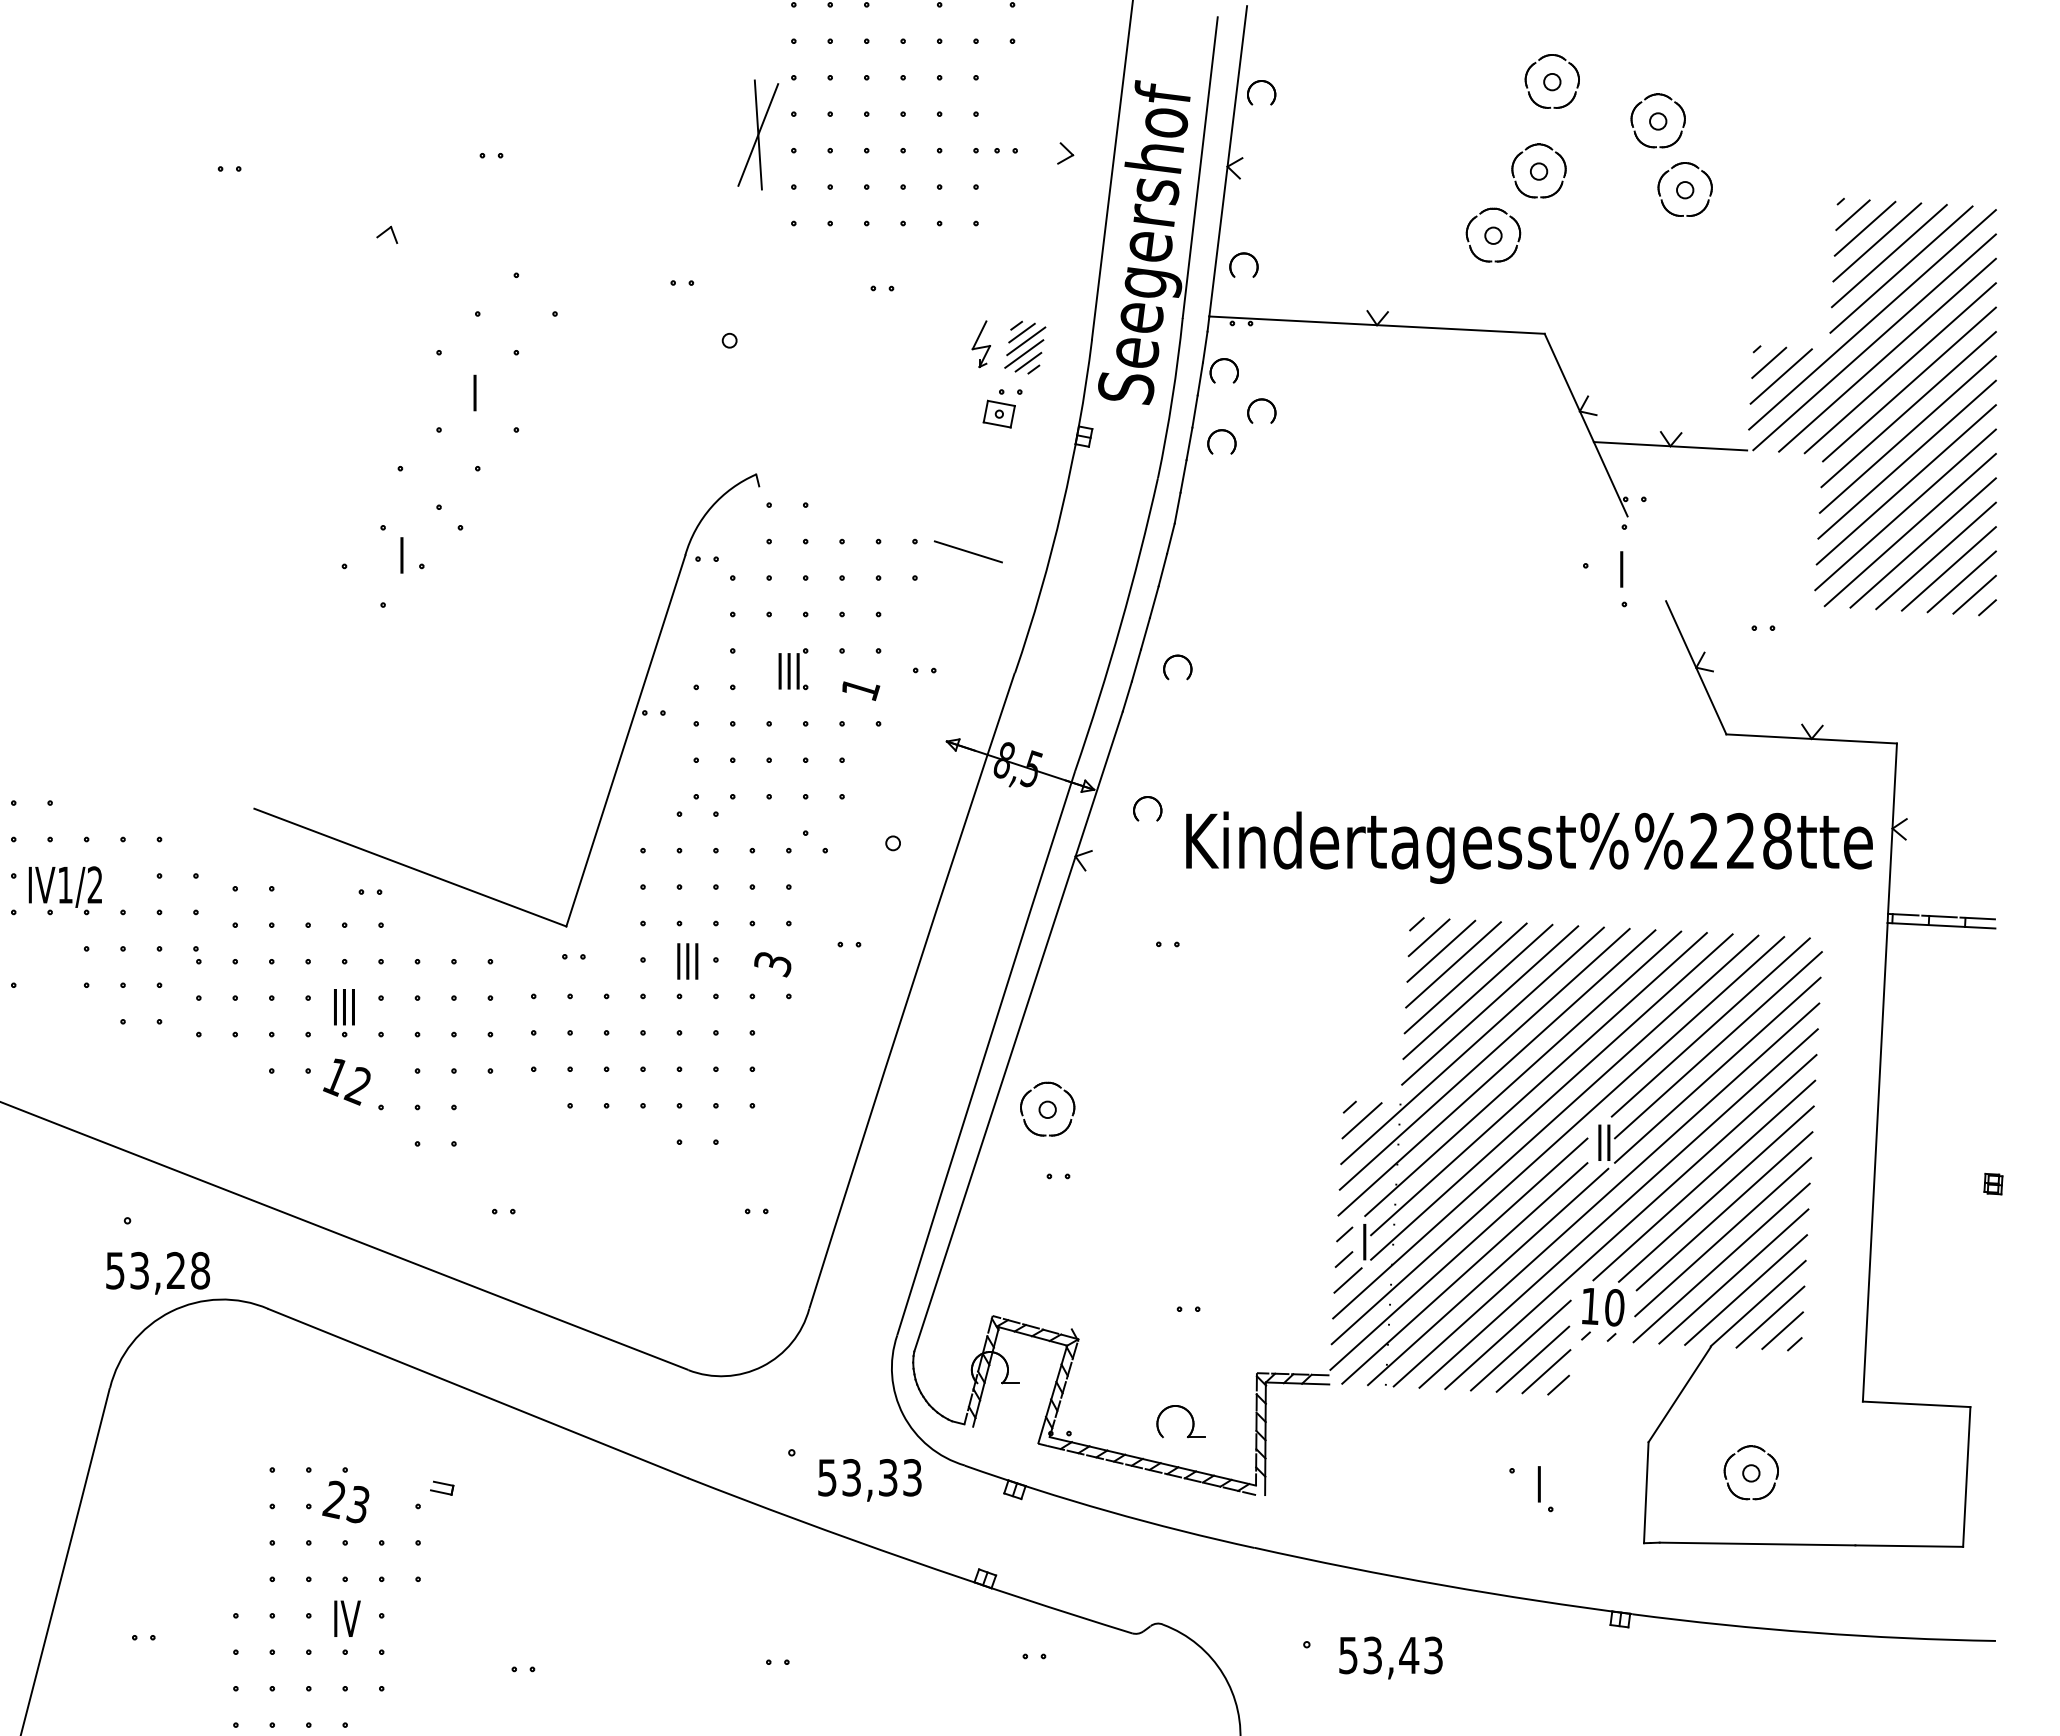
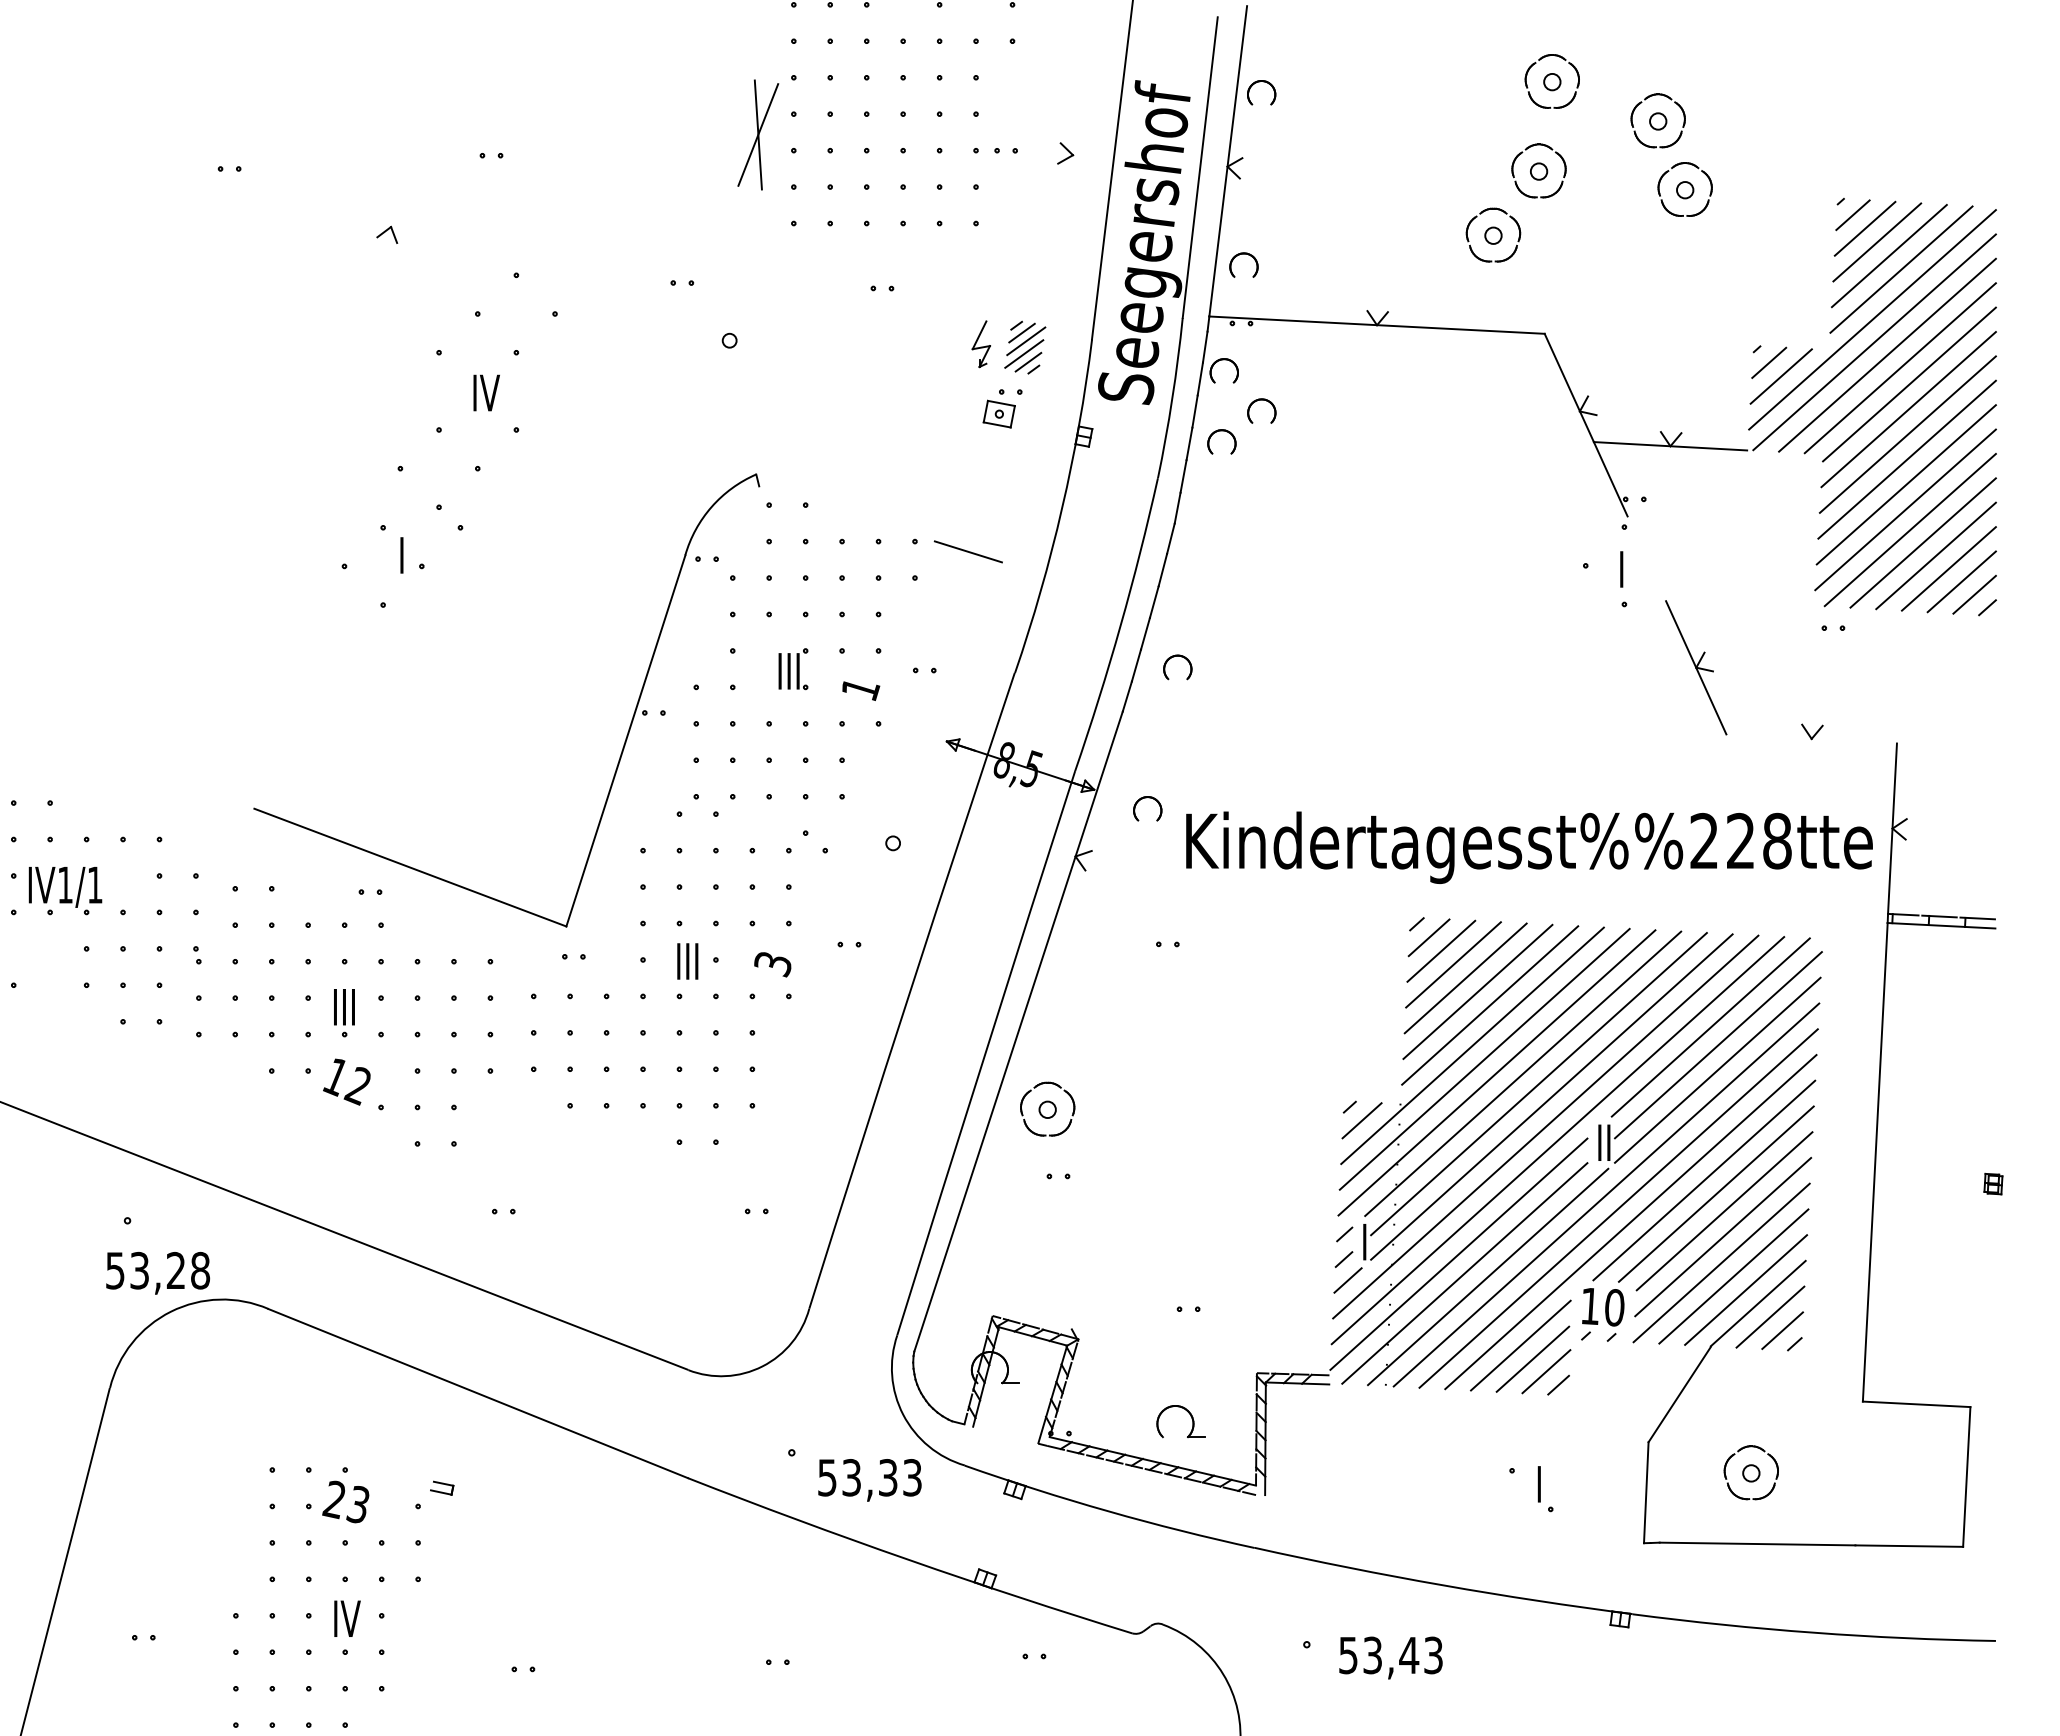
text at (489, 392): I -> IV
part at (1763, 627) position: (1763, 627) -> (1833, 627)
line at (1811, 738): present -> none
text at (94, 884): IV1/2 -> IV1/1
